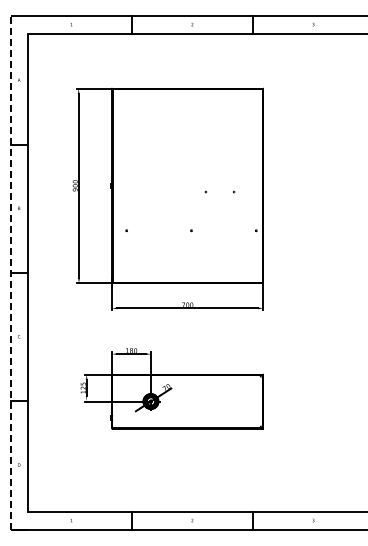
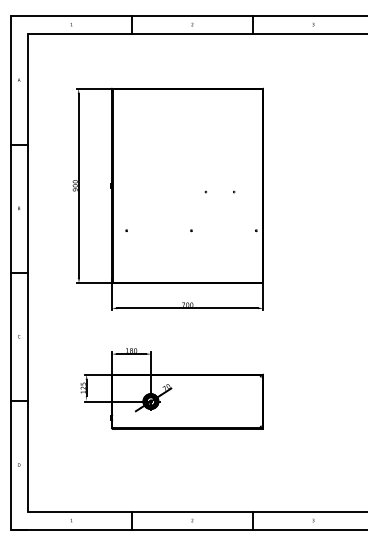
line at (11, 273): dashed -> solid
